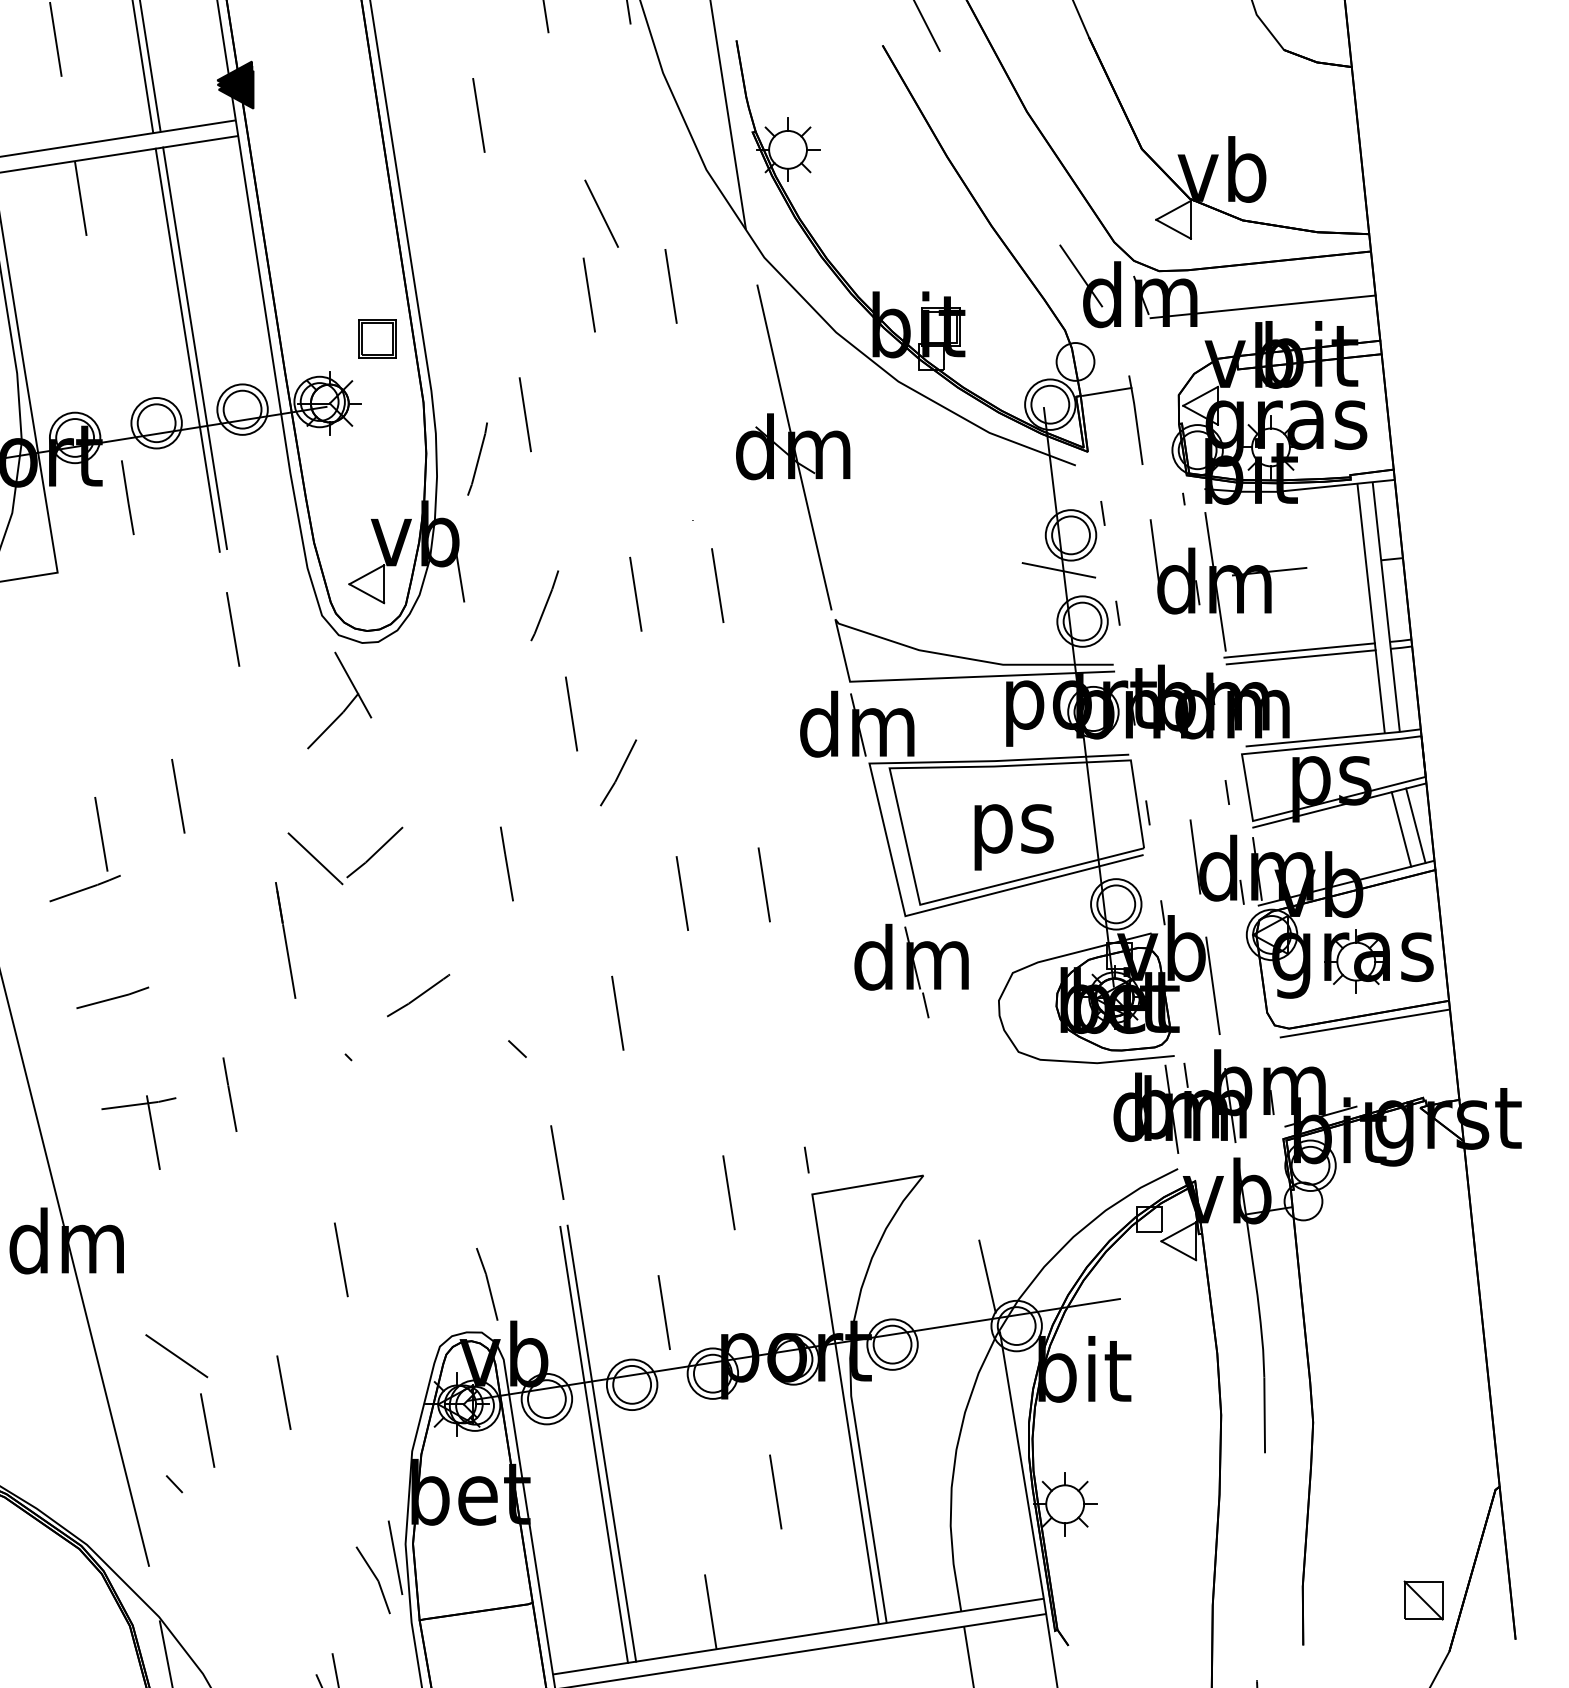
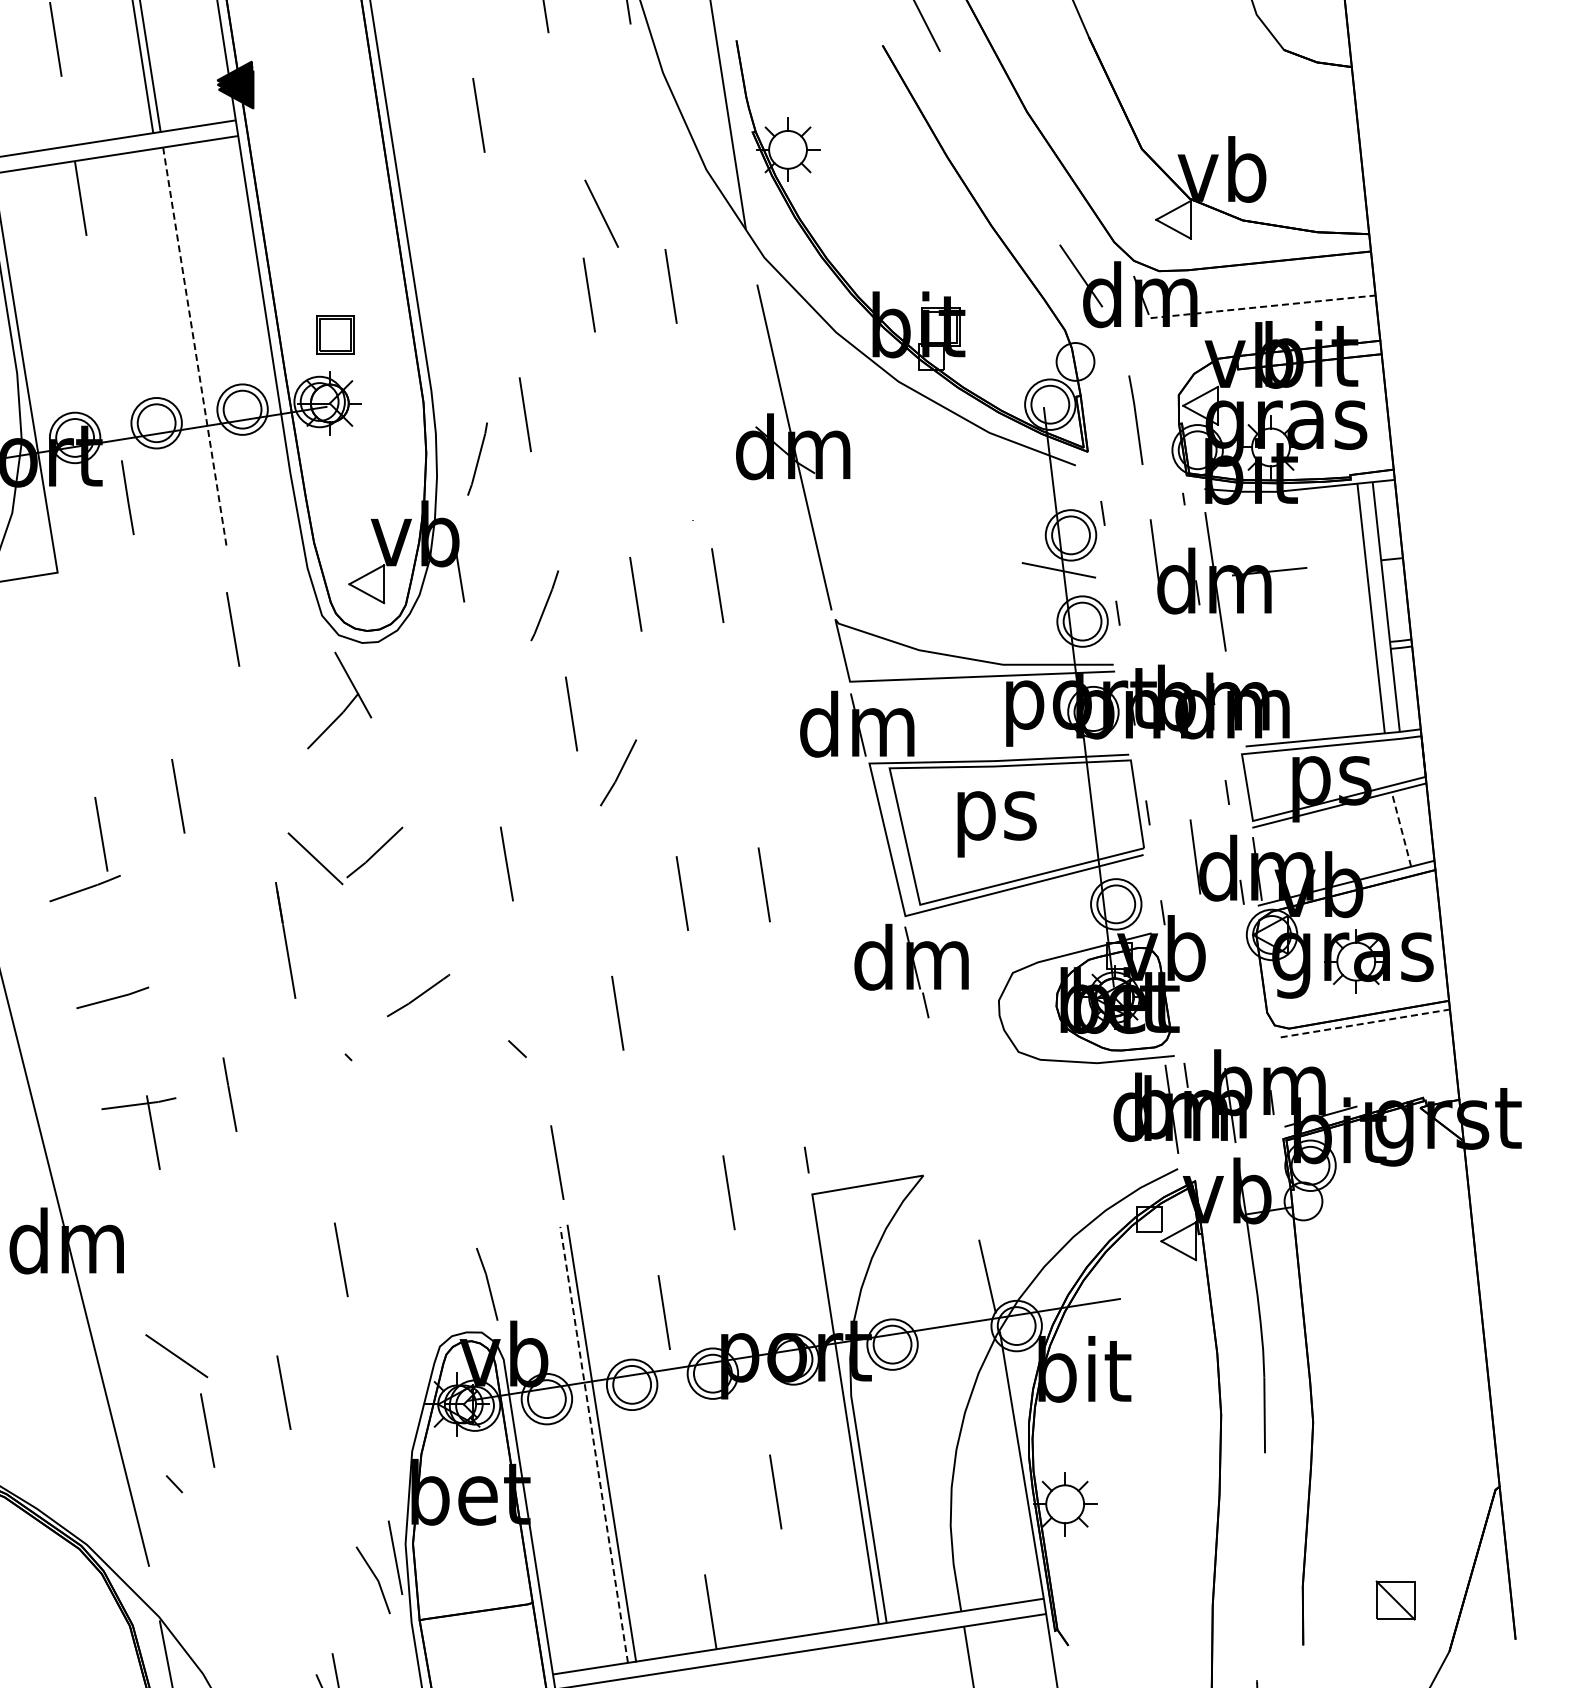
line at (1263, 306): solid -> dashed
part at (377, 338) position: (377, 338) -> (335, 334)
line at (195, 348): solid -> dashed
line at (187, 349): present -> none
line at (1107, 391): present -> none
line at (1299, 650): present -> none
line at (1300, 657): present -> none
line at (1415, 825): present -> none
line at (1401, 828): solid -> dashed
text at (1013, 837) position: (1013, 837) -> (996, 824)
line at (1212, 985): present -> none
line at (1365, 1023): solid -> dashed
line at (594, 1444): solid -> dashed
part at (1423, 1600) position: (1423, 1600) -> (1395, 1600)
